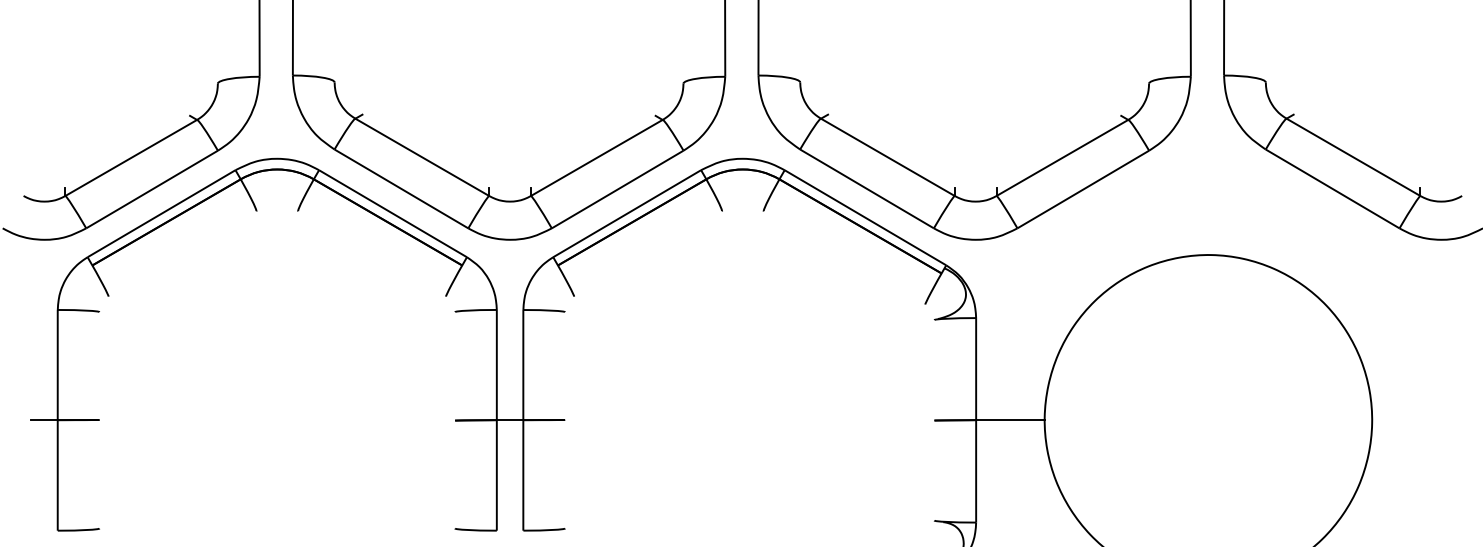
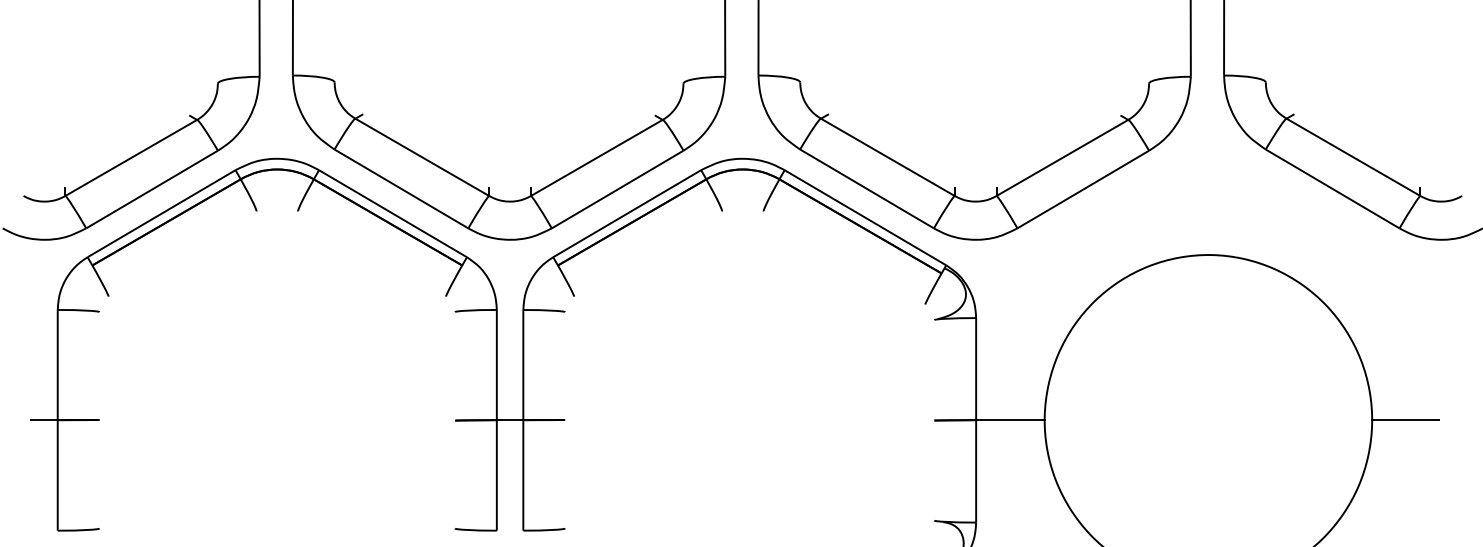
line at (1404, 420): none -> present
